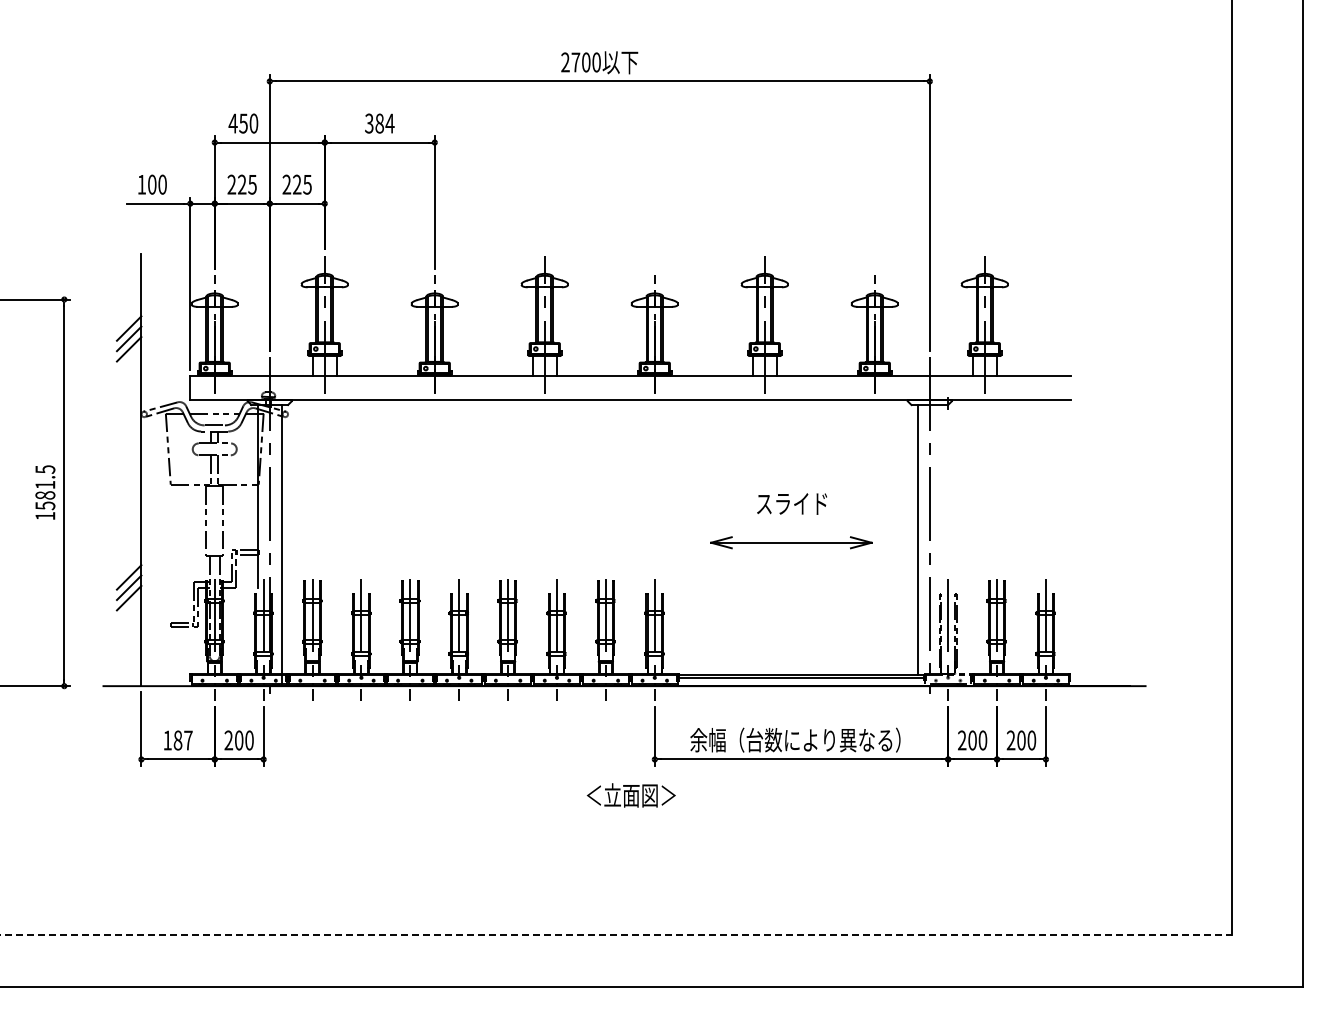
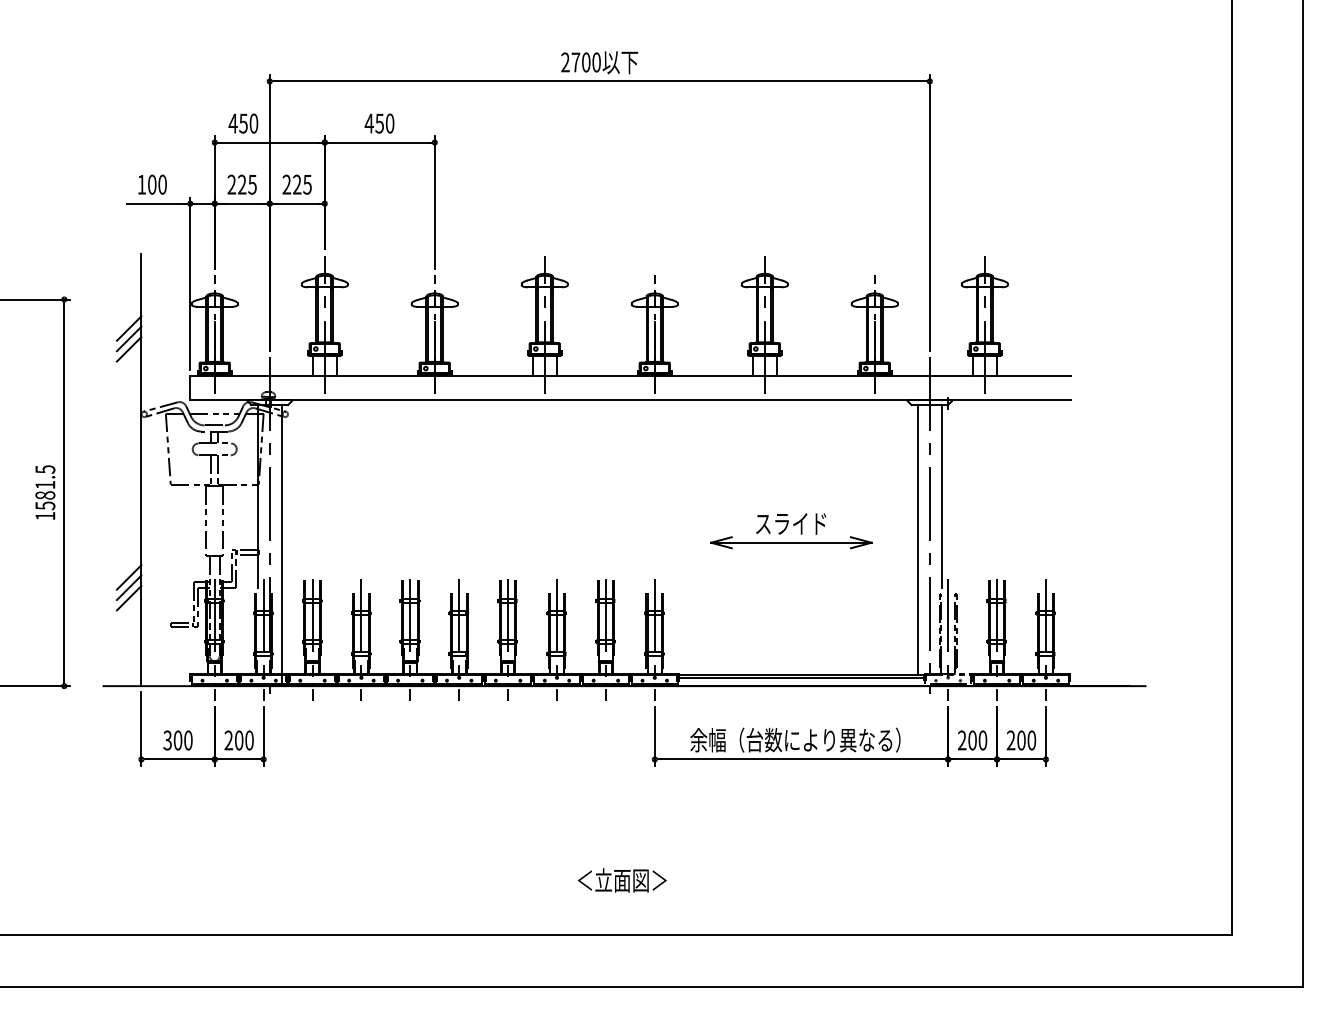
text at (379, 123): 384 -> 450
line at (942, 496): none -> present
text at (791, 503) position: (791, 503) -> (790, 523)
text at (177, 740): 187 -> 300
text at (630, 795) position: (630, 795) -> (621, 880)
line at (616, 935): dashed -> solid
